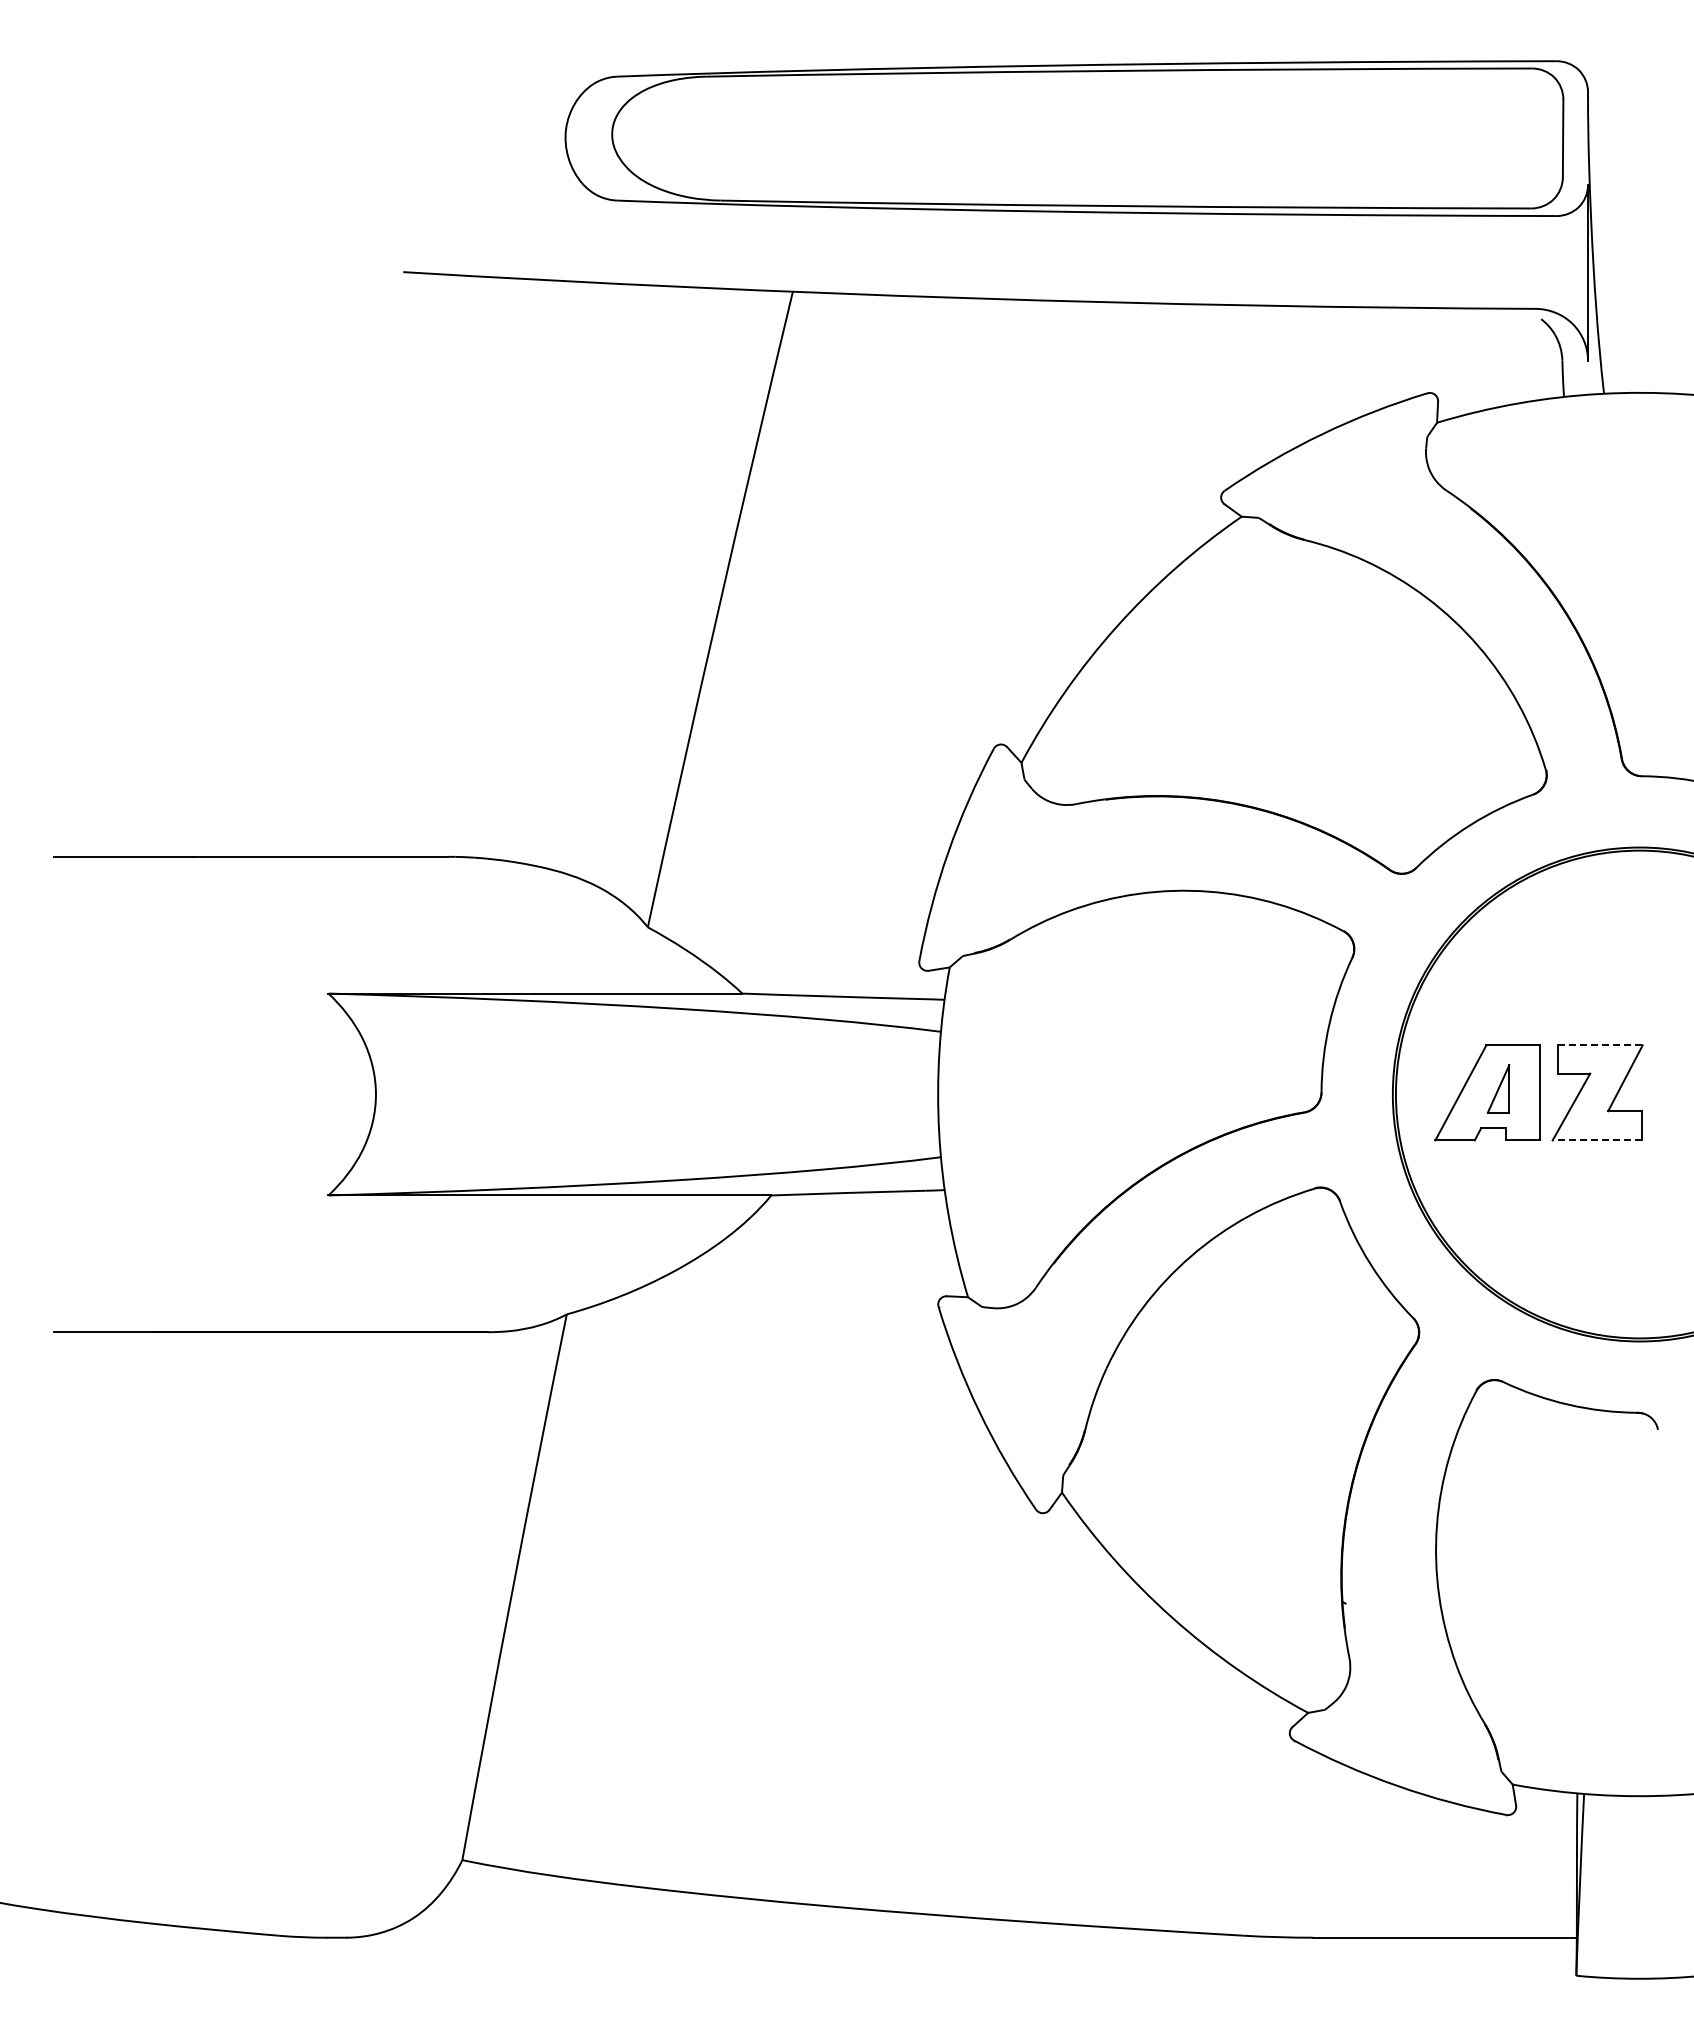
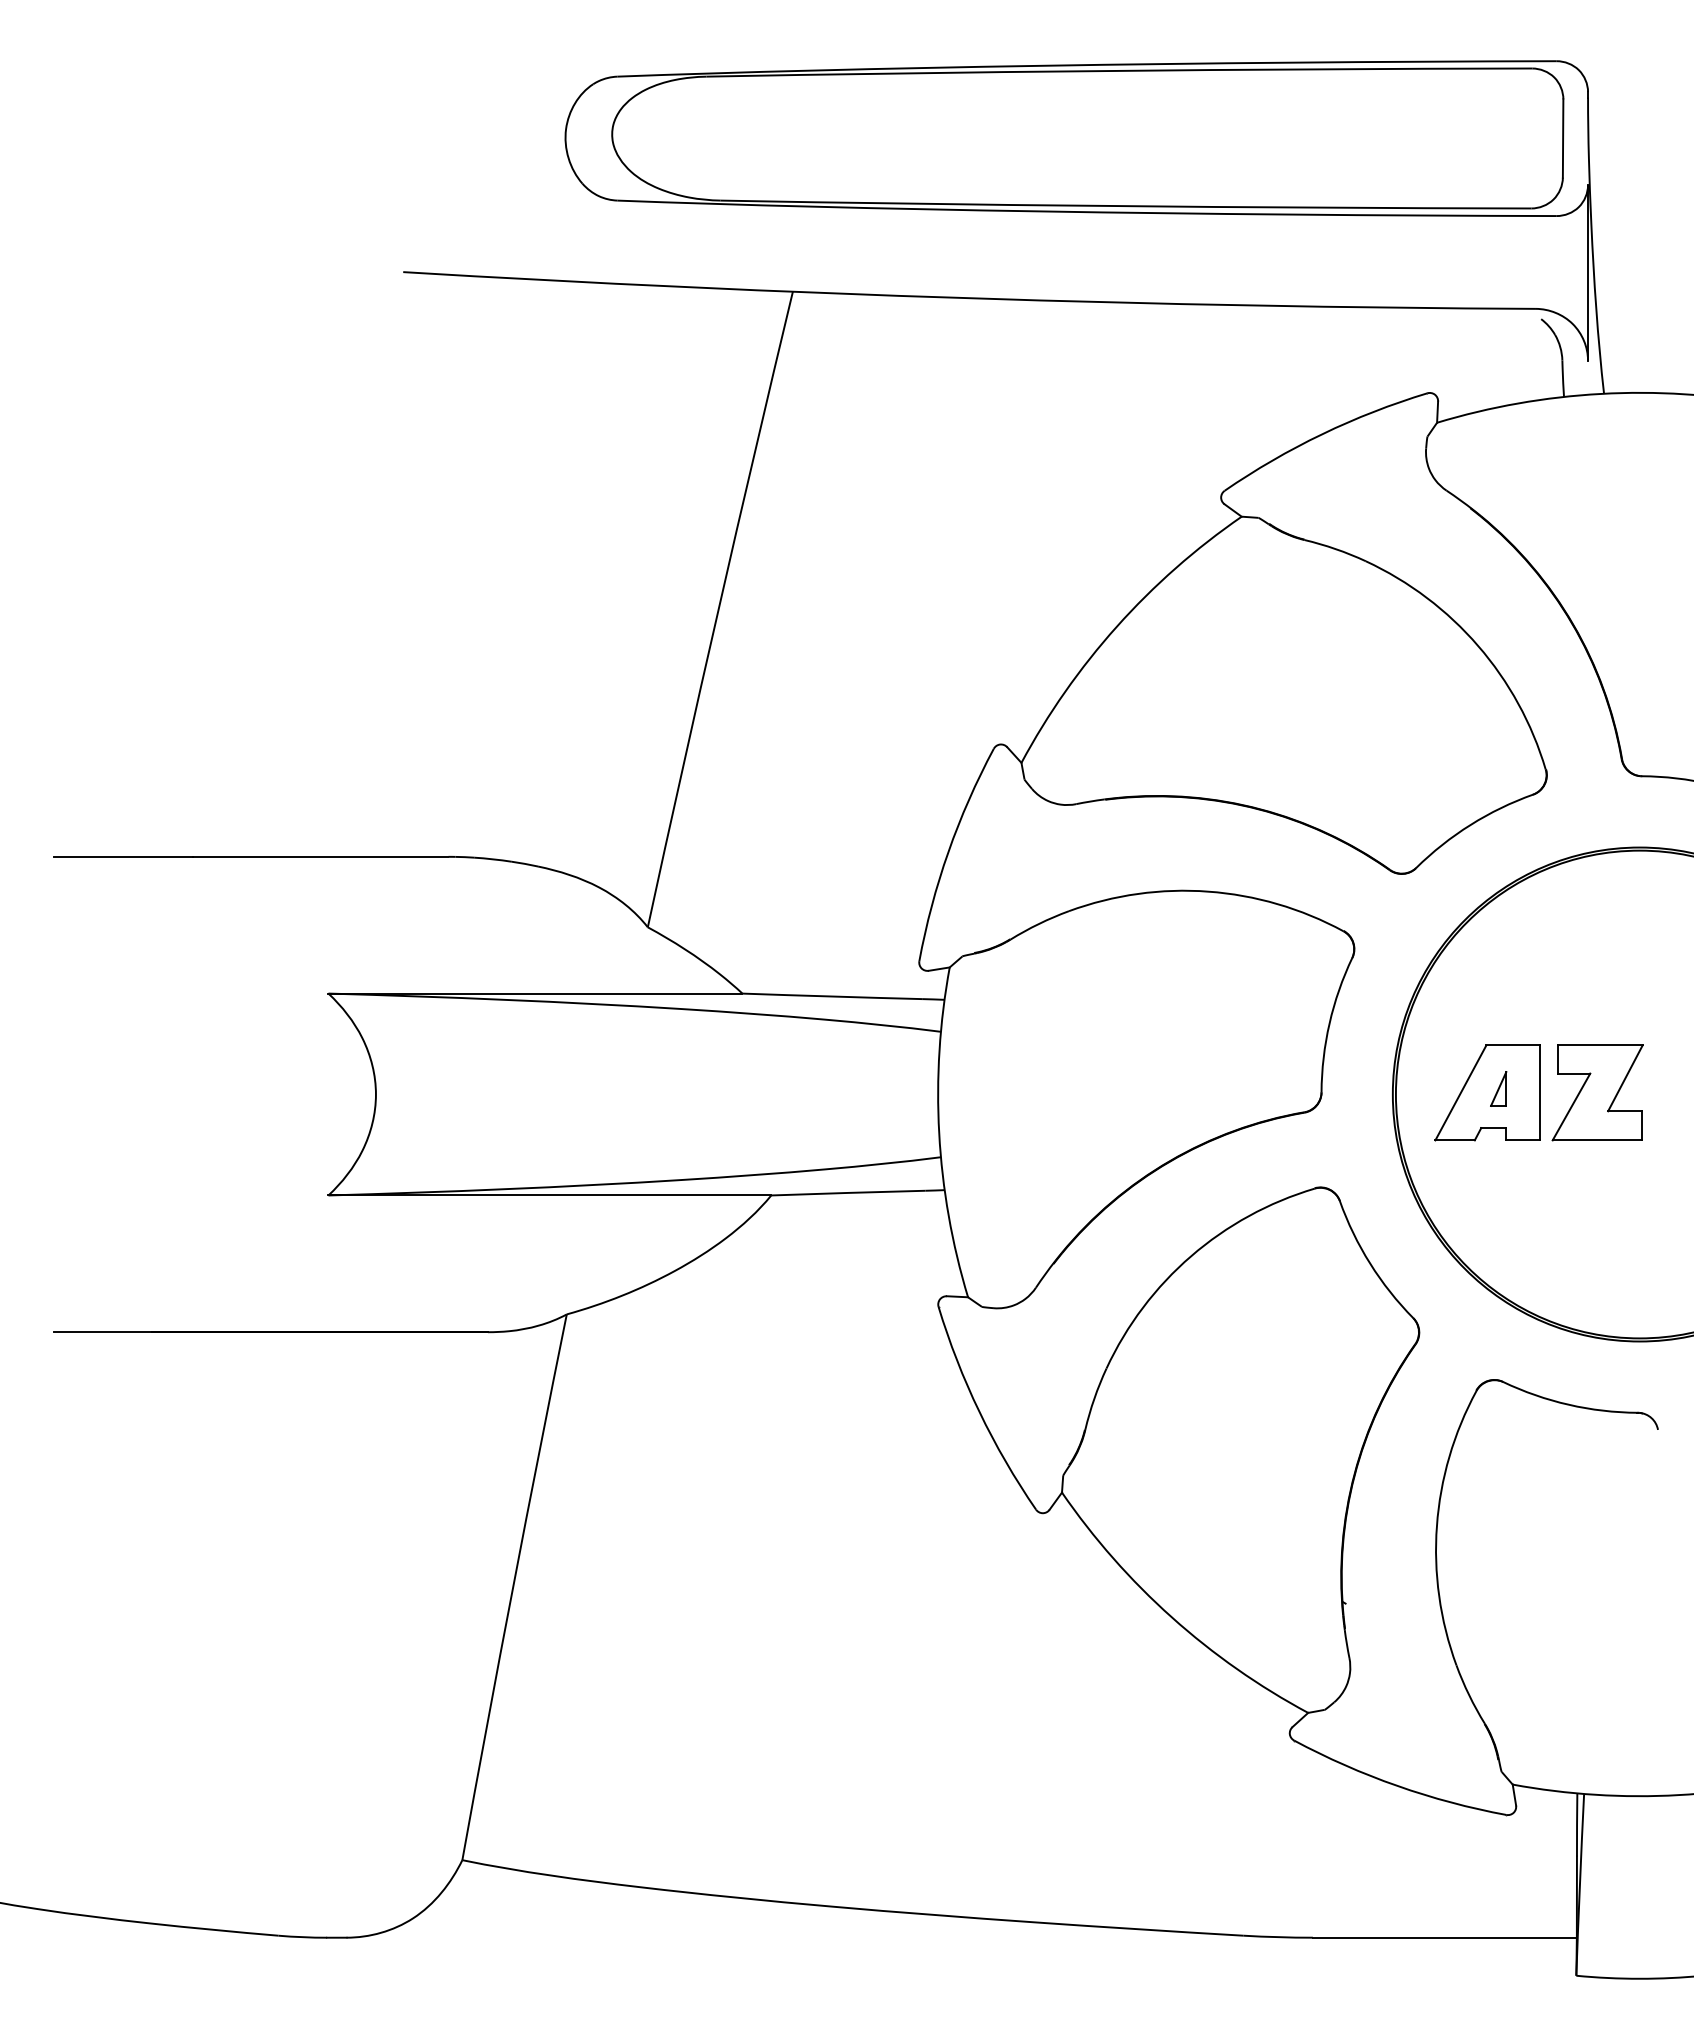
line at (1600, 1045): dashed -> solid
part at (1498, 1088) size: 24x50 px -> 18x36 px
line at (1597, 1140): dashed -> solid
